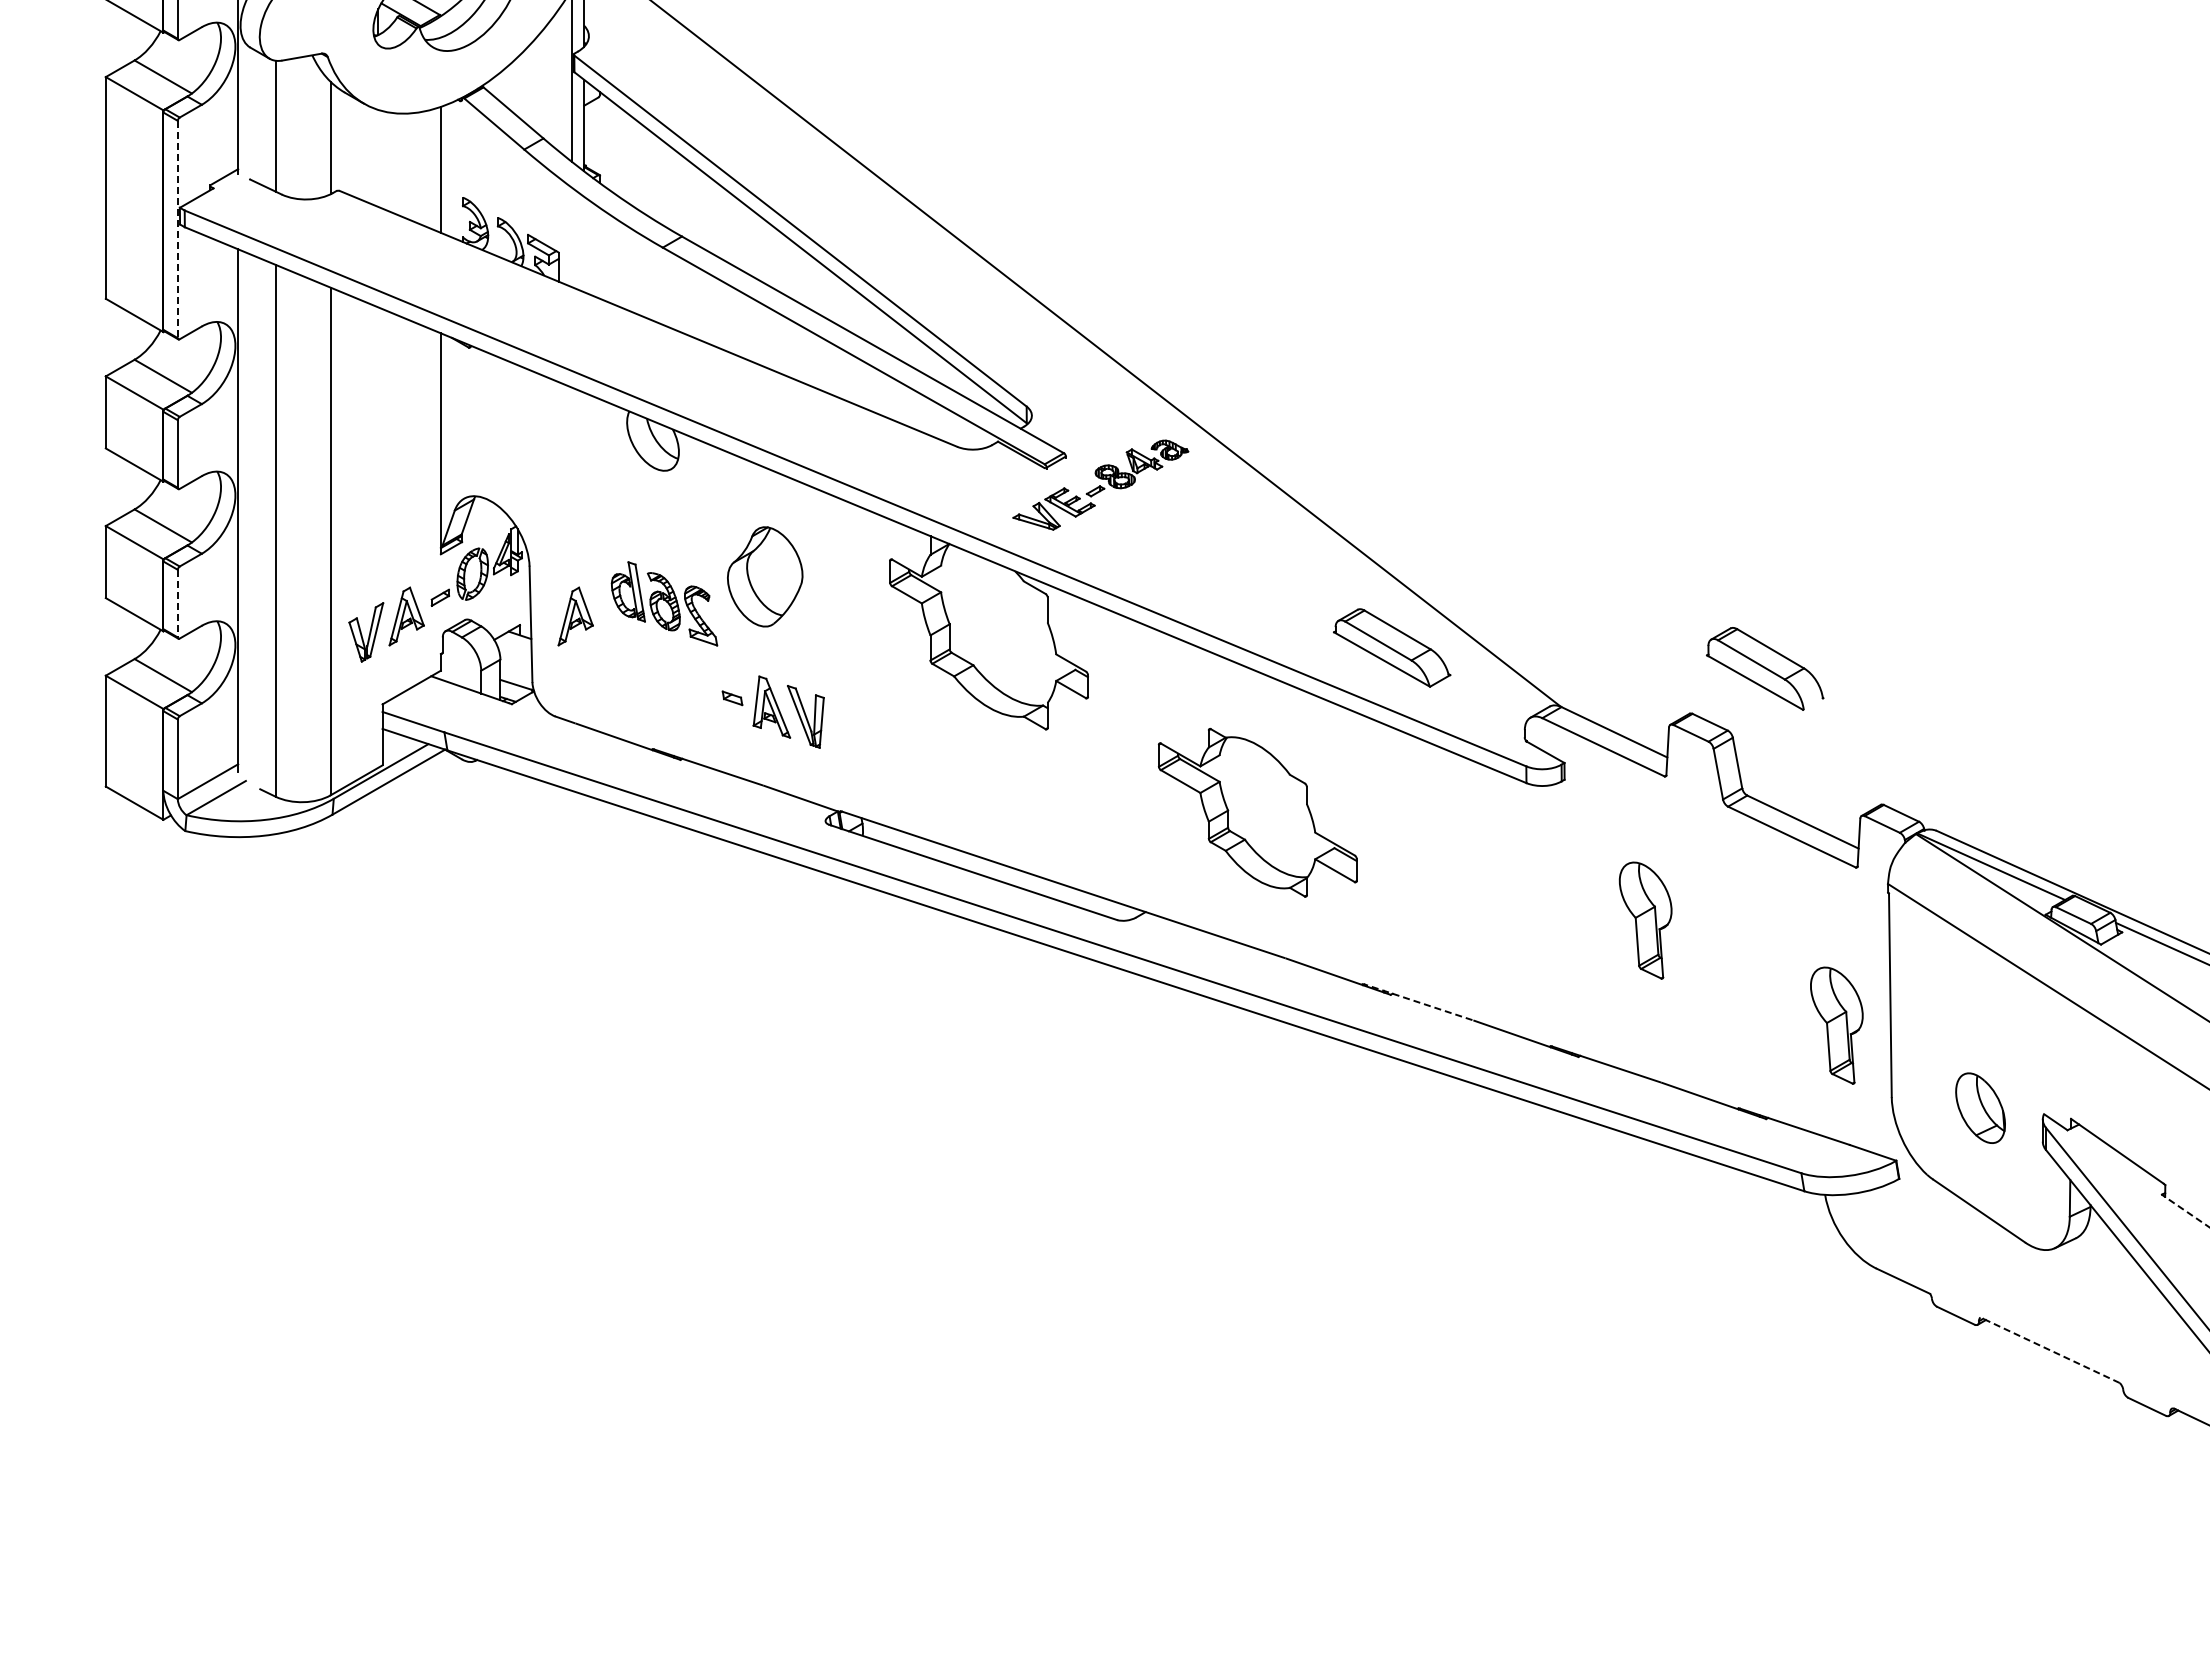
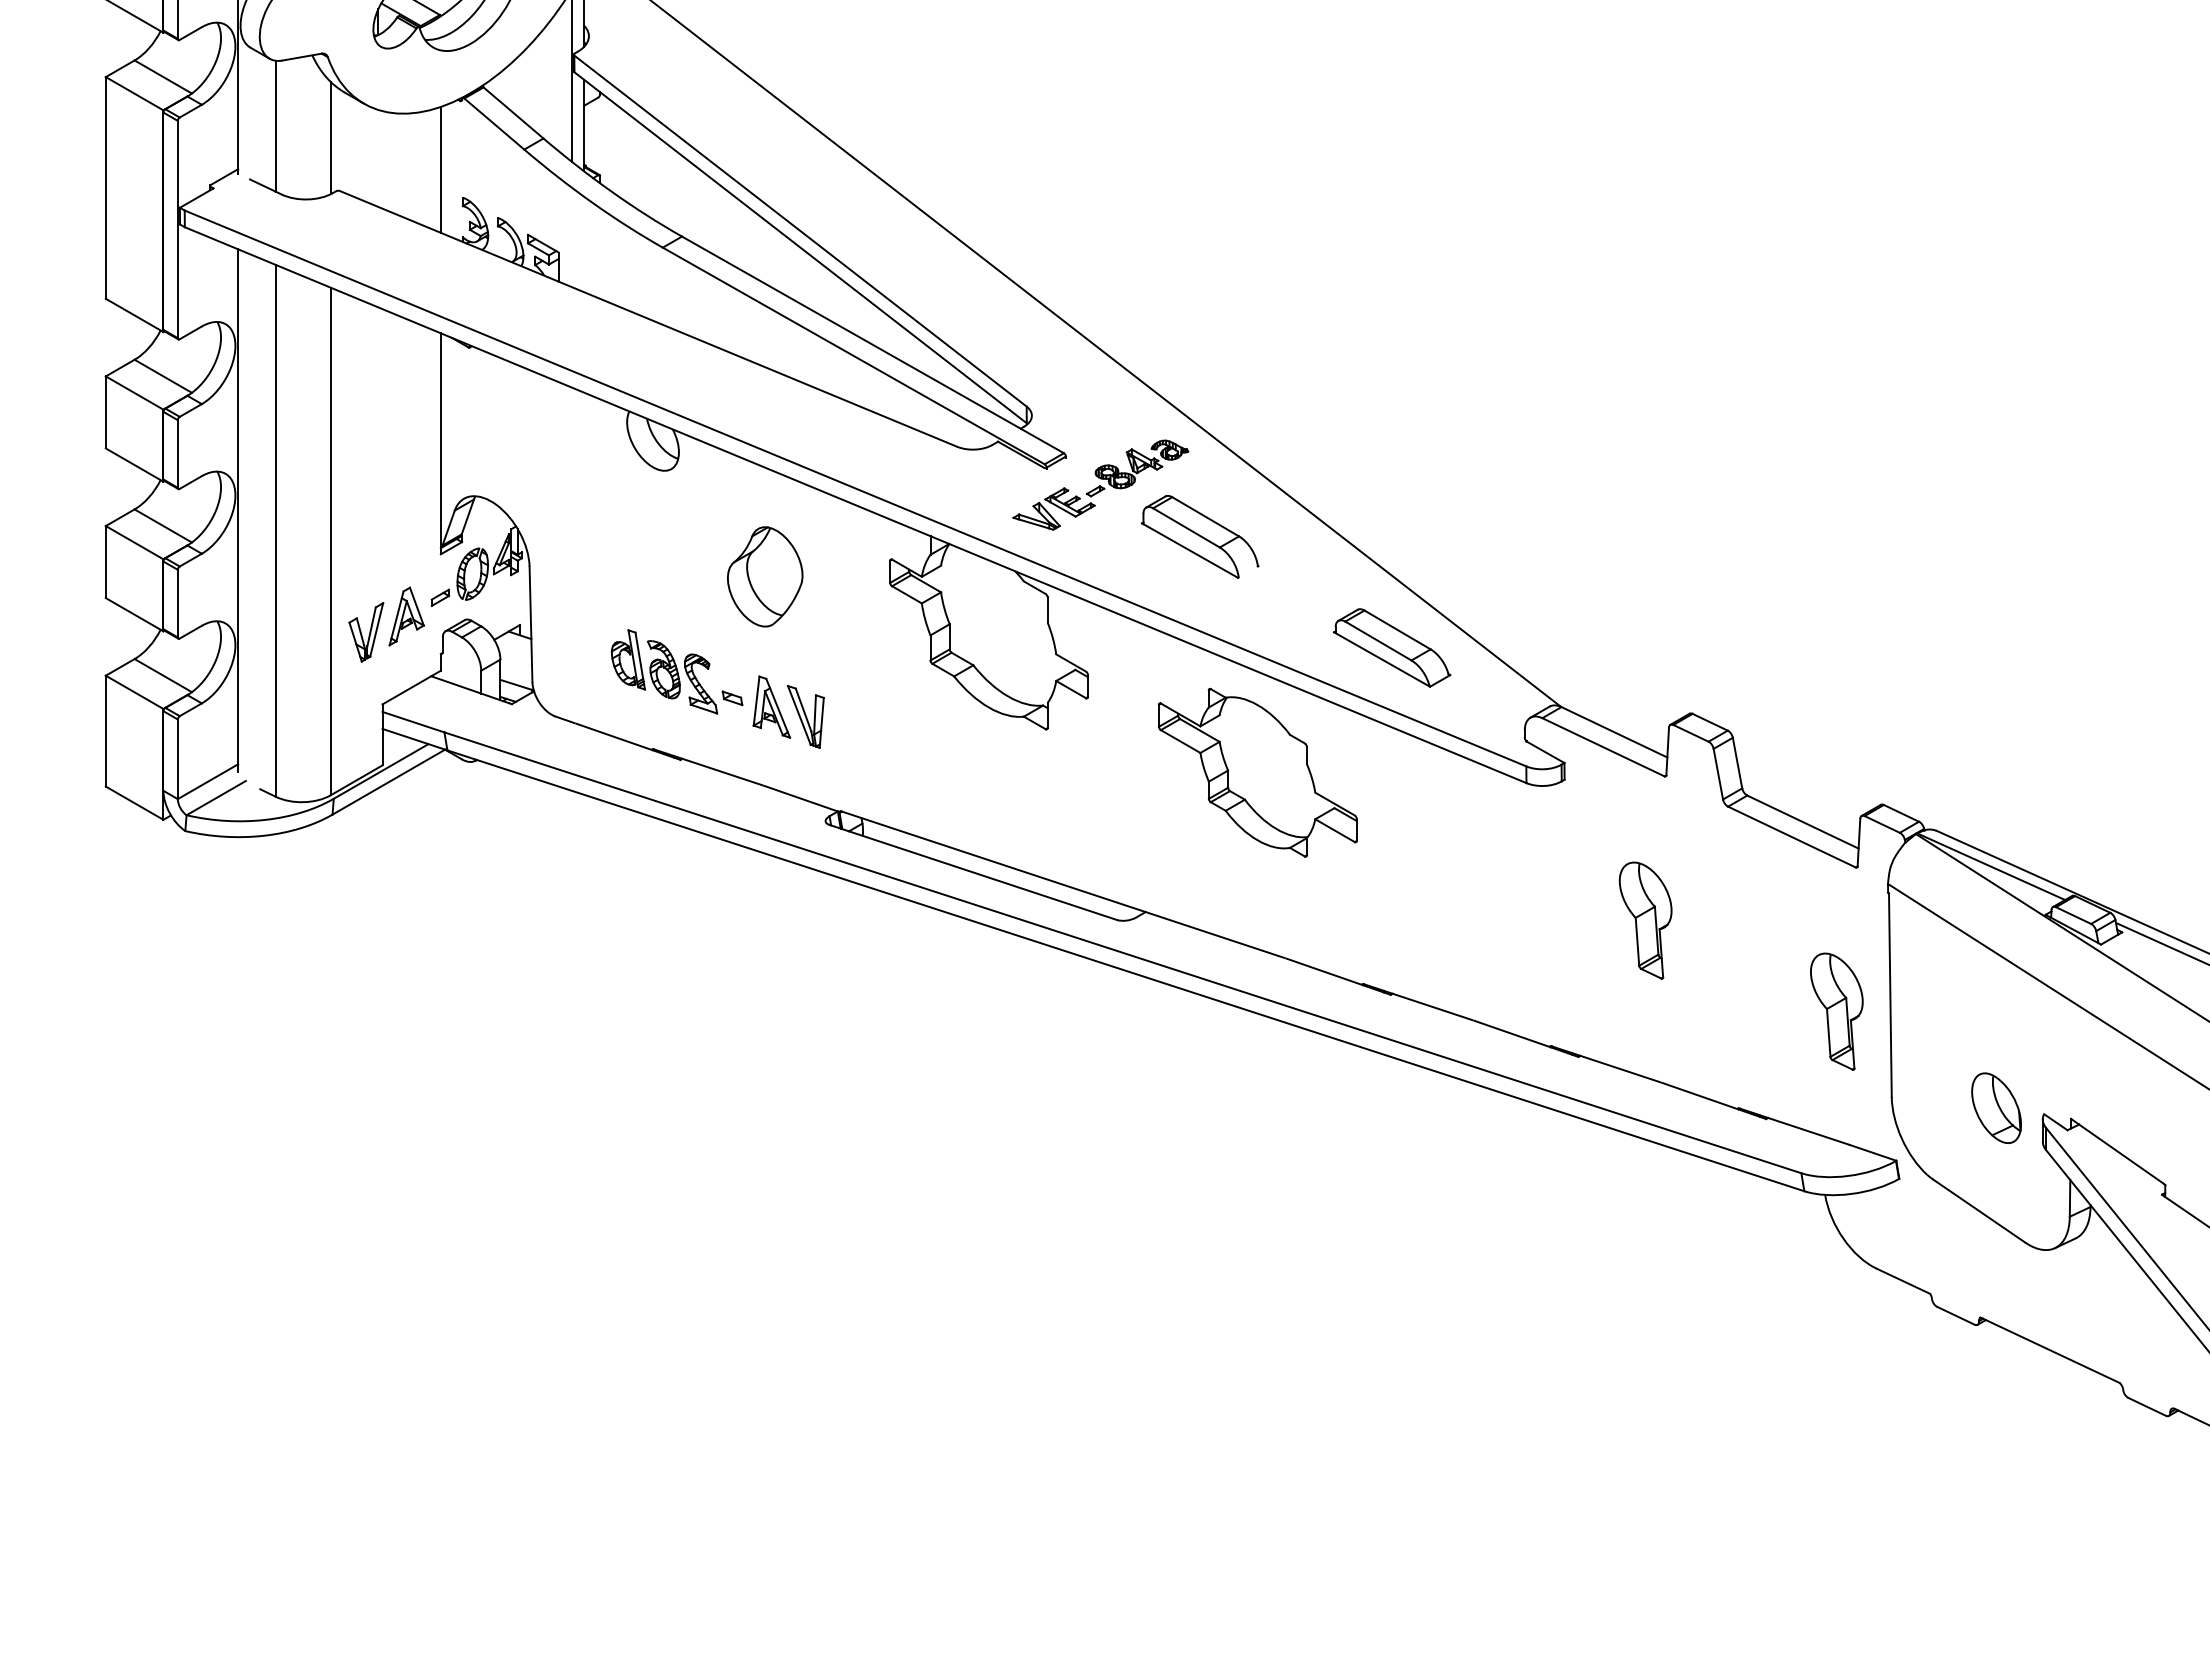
line at (177, 229): dashed -> solid
line at (177, 603): dashed -> solid
part at (664, 603) position: (664, 603) -> (664, 671)
part at (575, 616): present -> none
part at (1765, 668) position: (1765, 668) -> (1200, 536)
part at (1257, 812) position: (1257, 812) -> (1257, 772)
line at (1417, 1001): dashed -> solid
part at (1836, 1025) position: (1836, 1025) -> (1836, 1011)
part at (1980, 1107) position: (1980, 1107) -> (1996, 1107)
line at (2187, 1212): dashed -> solid
line at (2050, 1350): dashed -> solid
